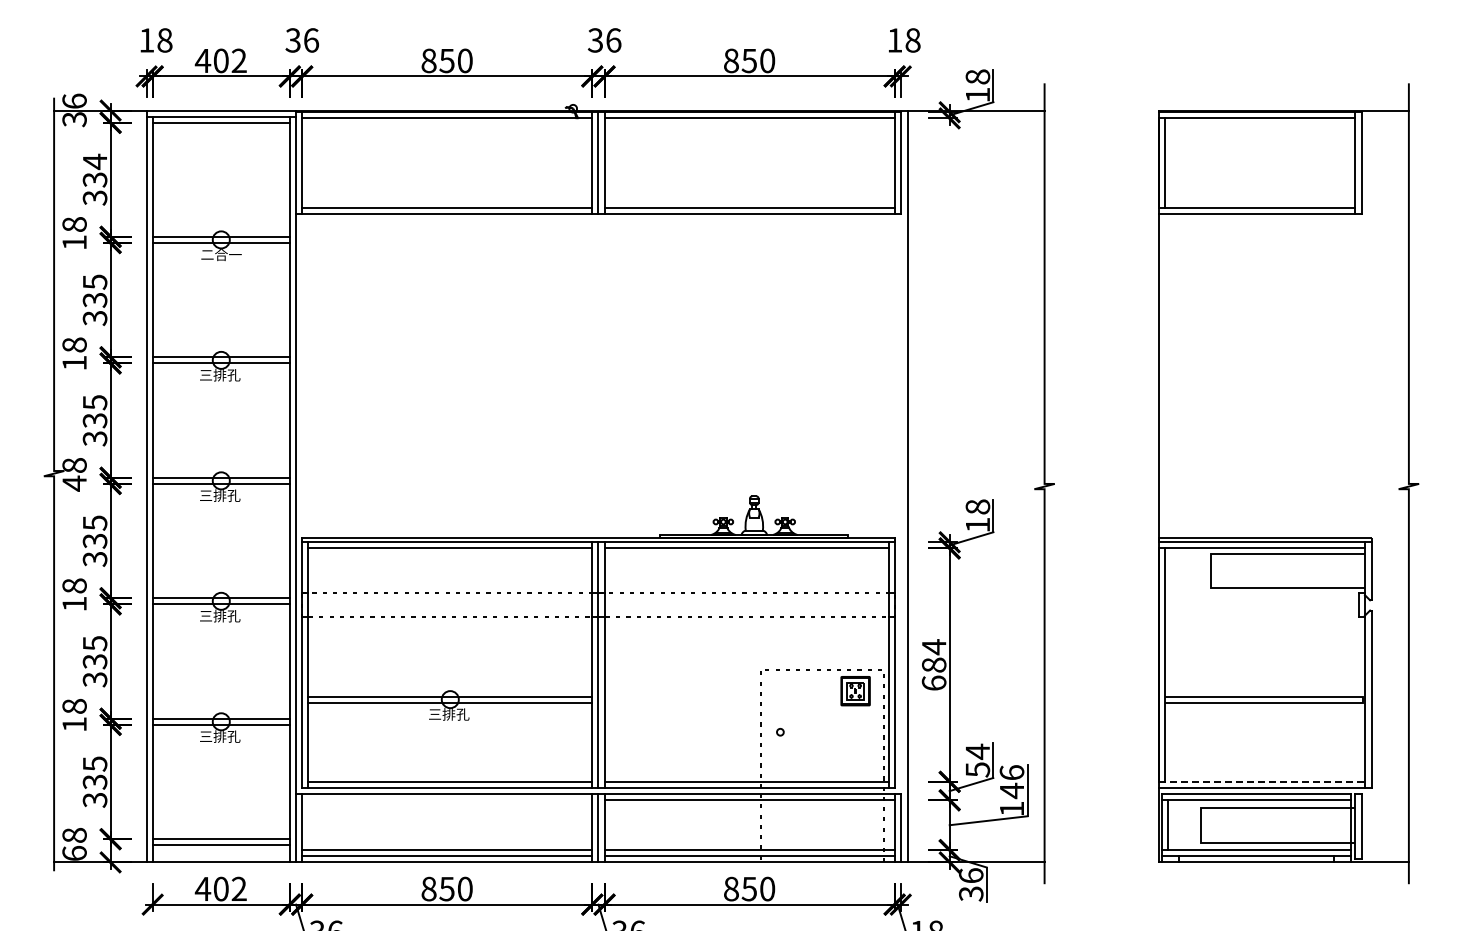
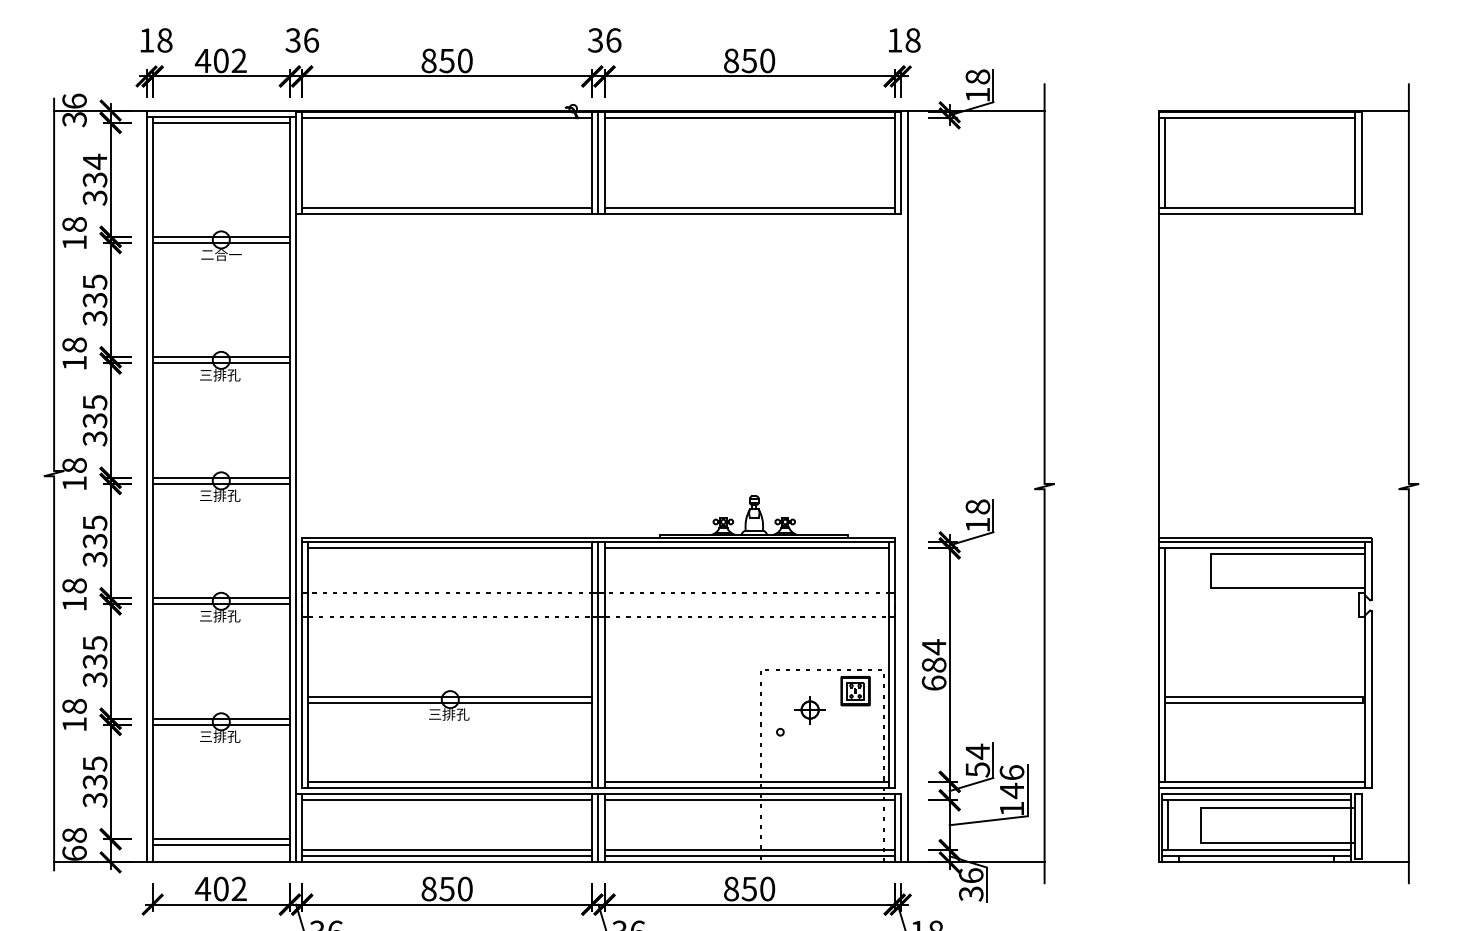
text at (74, 483): 48 -> 18
part at (809, 710): none -> present
line at (1262, 781): dashed -> solid
line at (447, 800): none -> present
